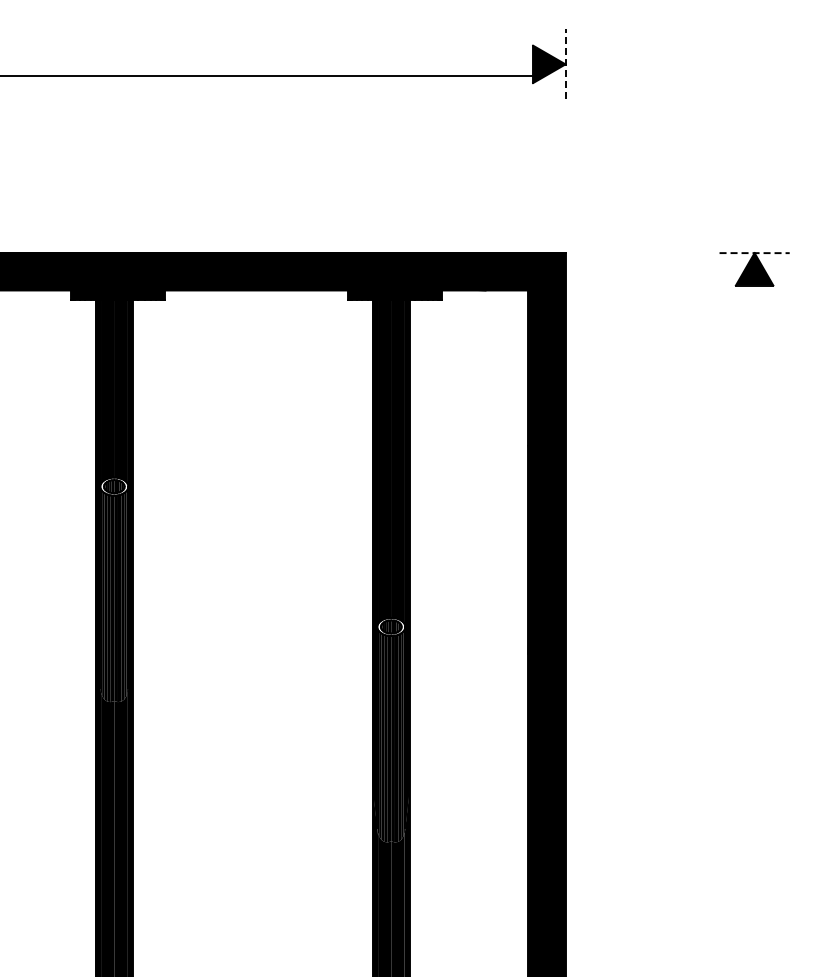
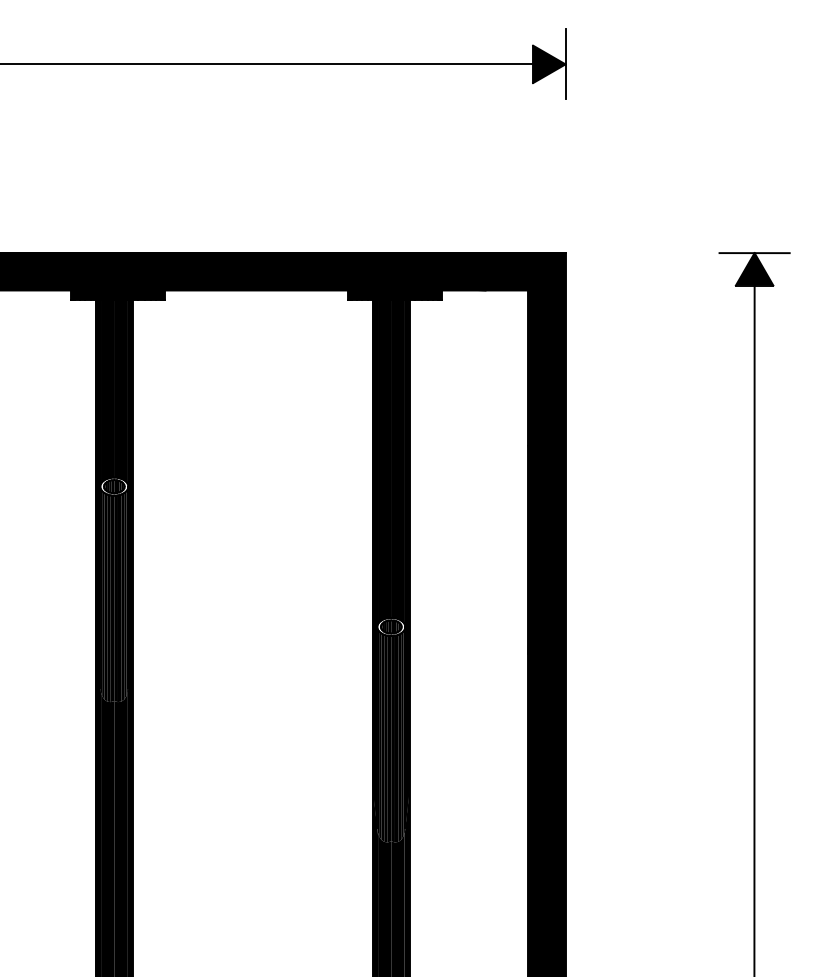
line at (565, 63): dashed -> solid
line at (267, 76) position: (267, 76) -> (267, 64)
line at (755, 253): dashed -> solid
line at (754, 629): none -> present
